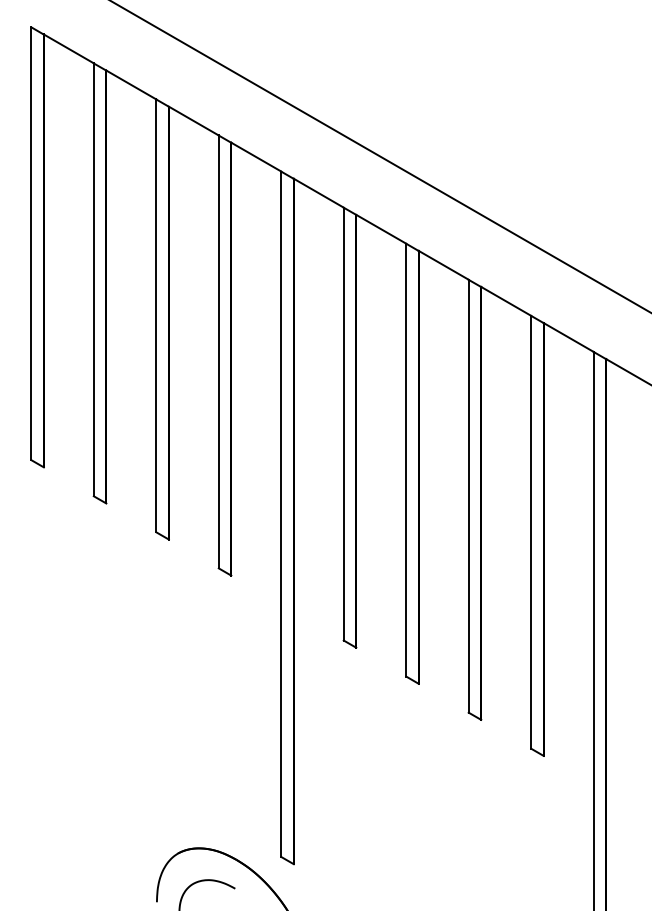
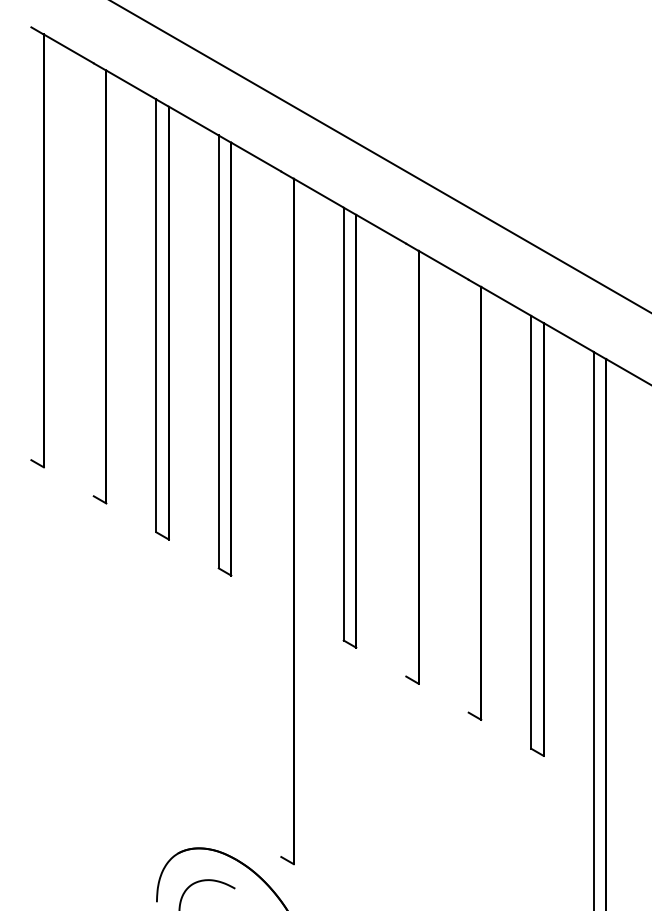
line at (31, 243): present -> none
line at (93, 279): present -> none
line at (406, 459): present -> none
line at (468, 495): present -> none
line at (281, 514): present -> none
